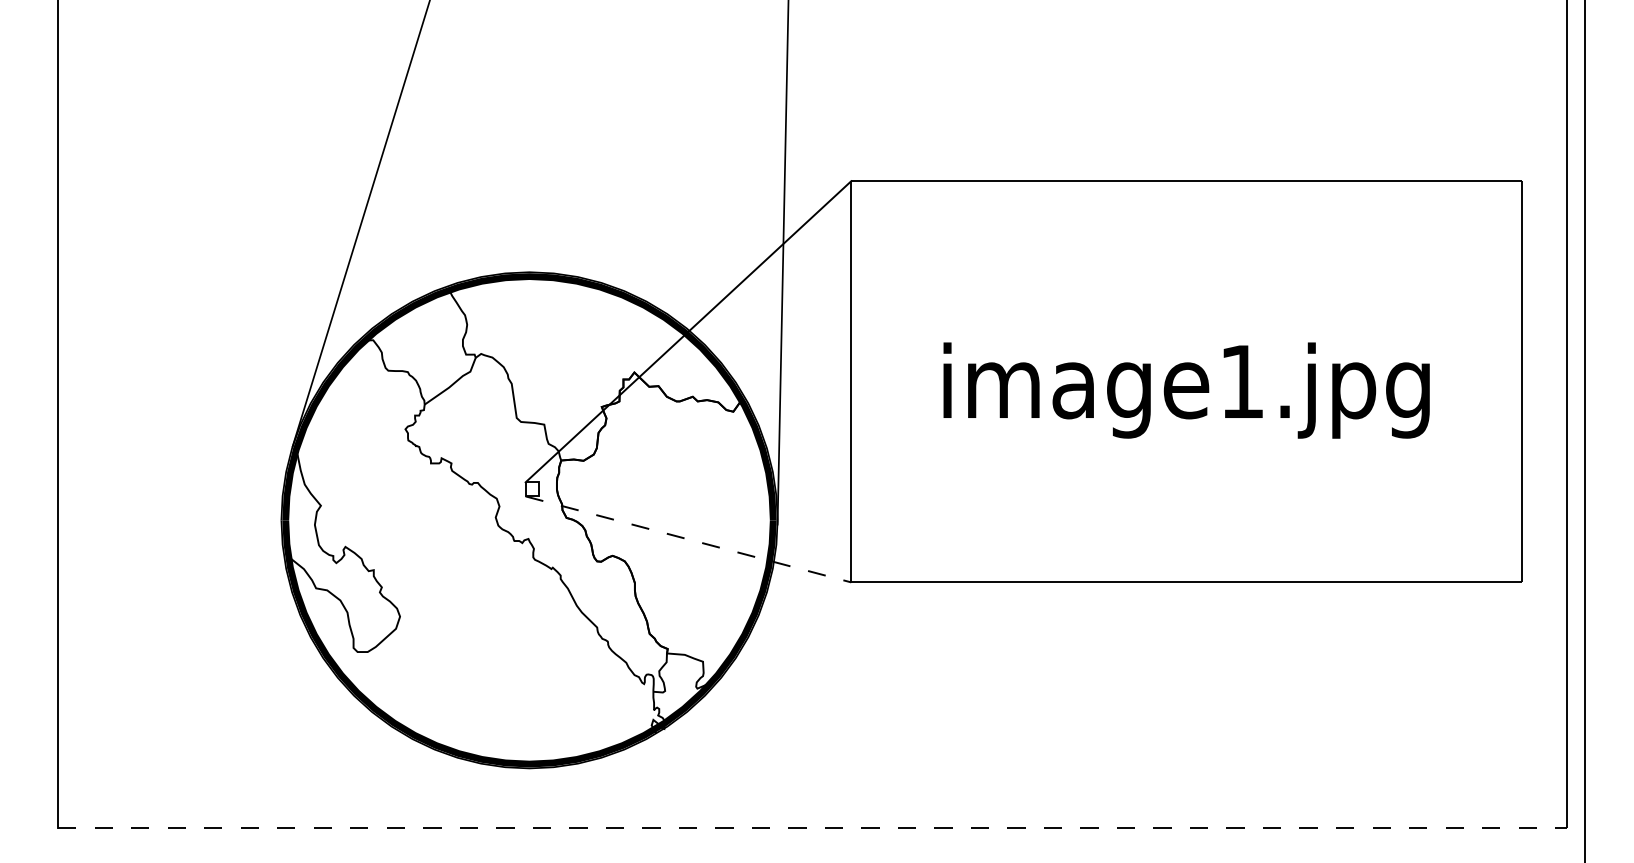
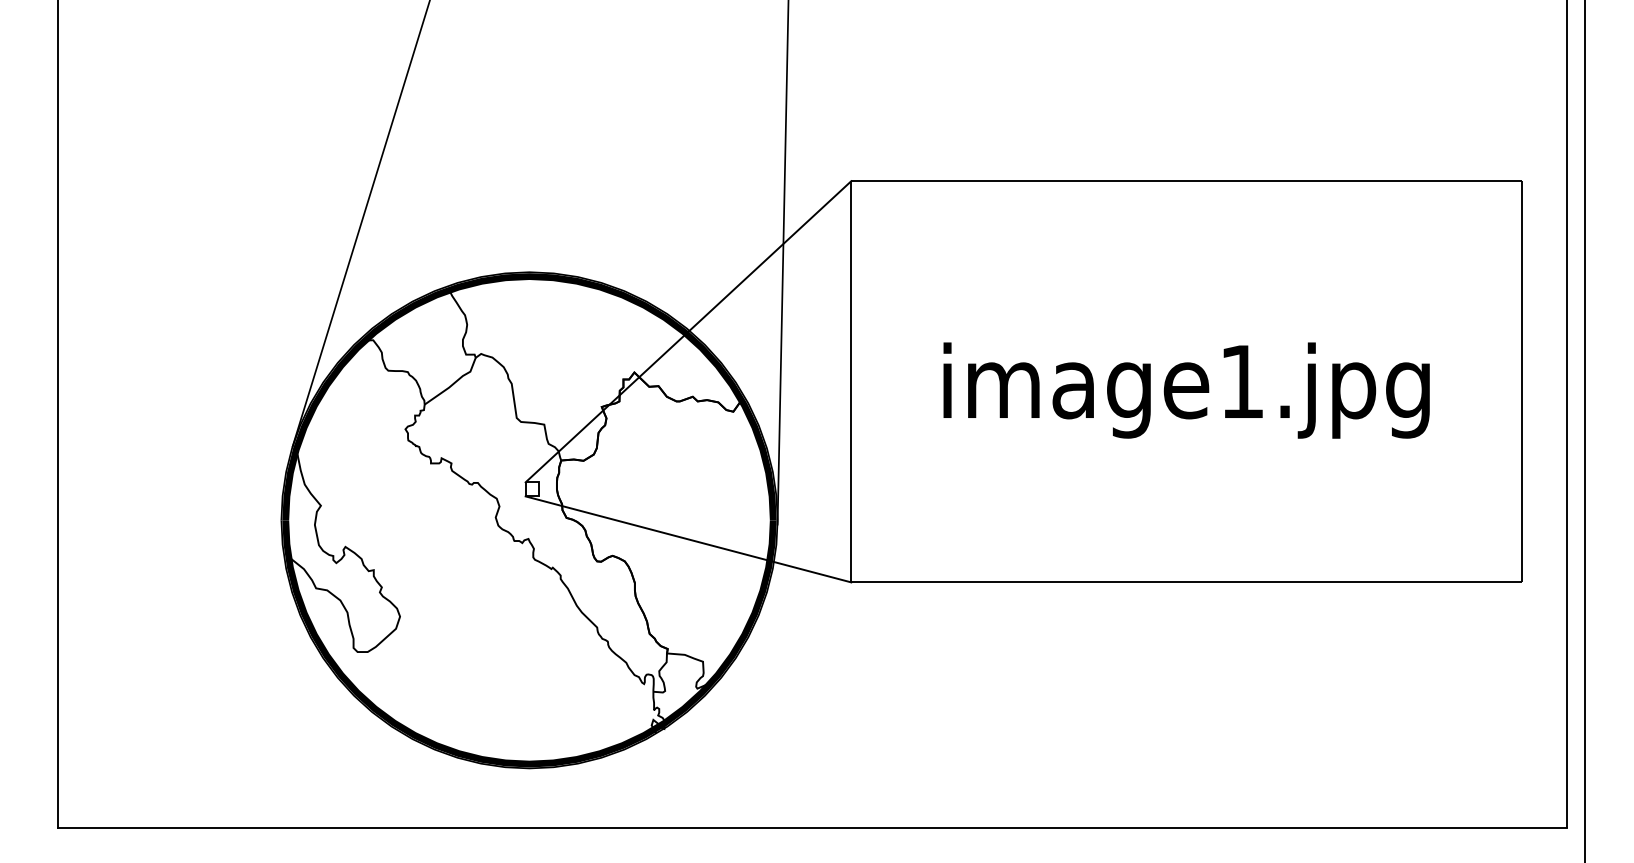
line at (688, 539): dashed -> solid
line at (812, 827): dashed -> solid
